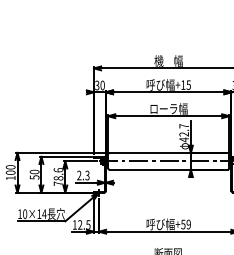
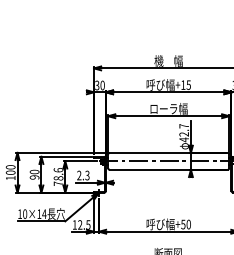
text at (34, 177): 50 -> 90
text at (188, 224): +59 -> +50
